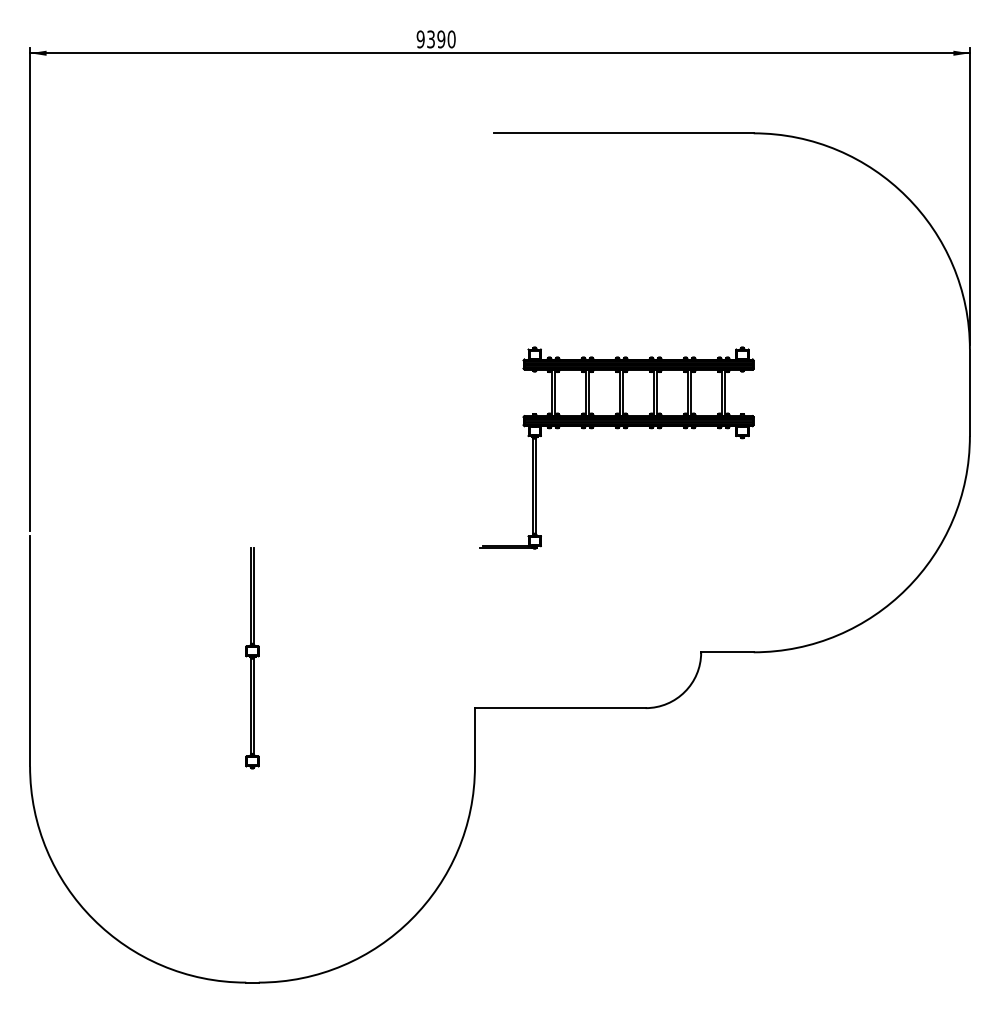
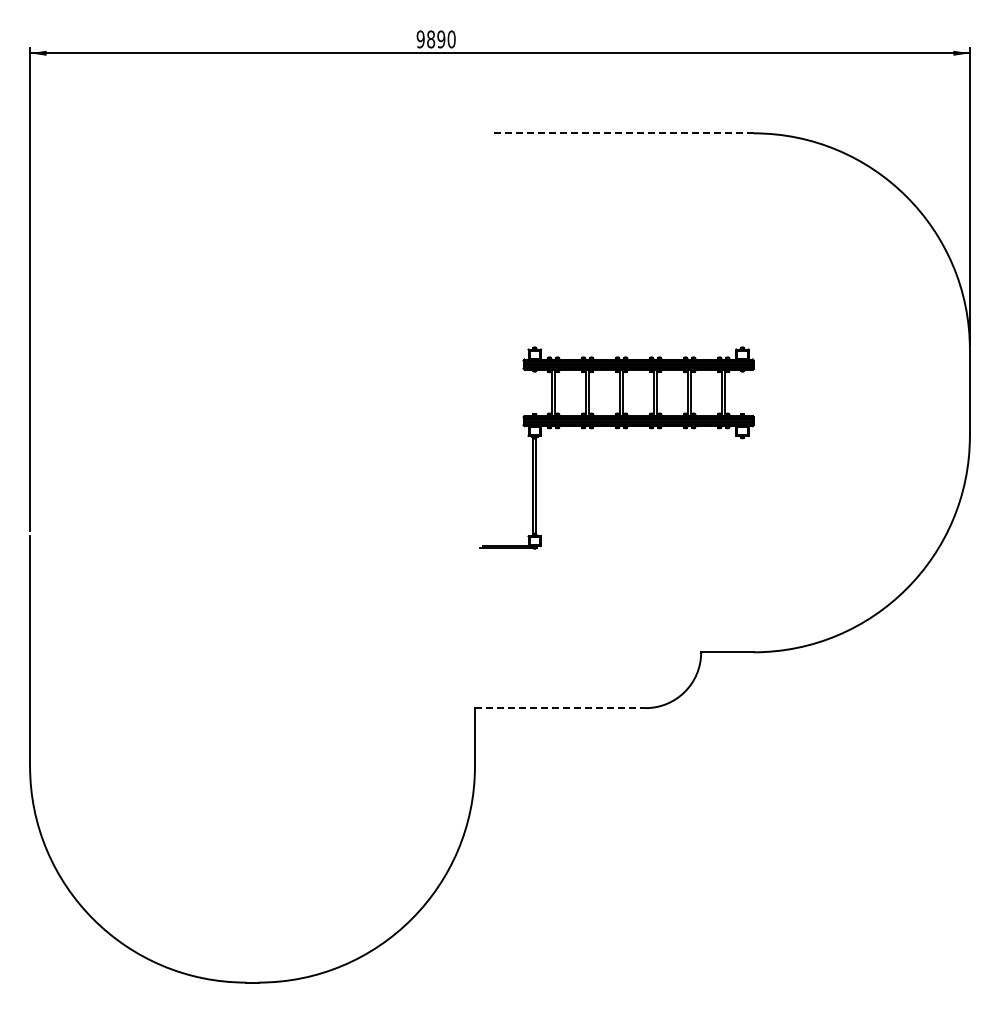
text at (431, 39): 9390 -> 9890
line at (623, 133): solid -> dashed
part at (252, 658): present -> none
line at (560, 708): solid -> dashed
